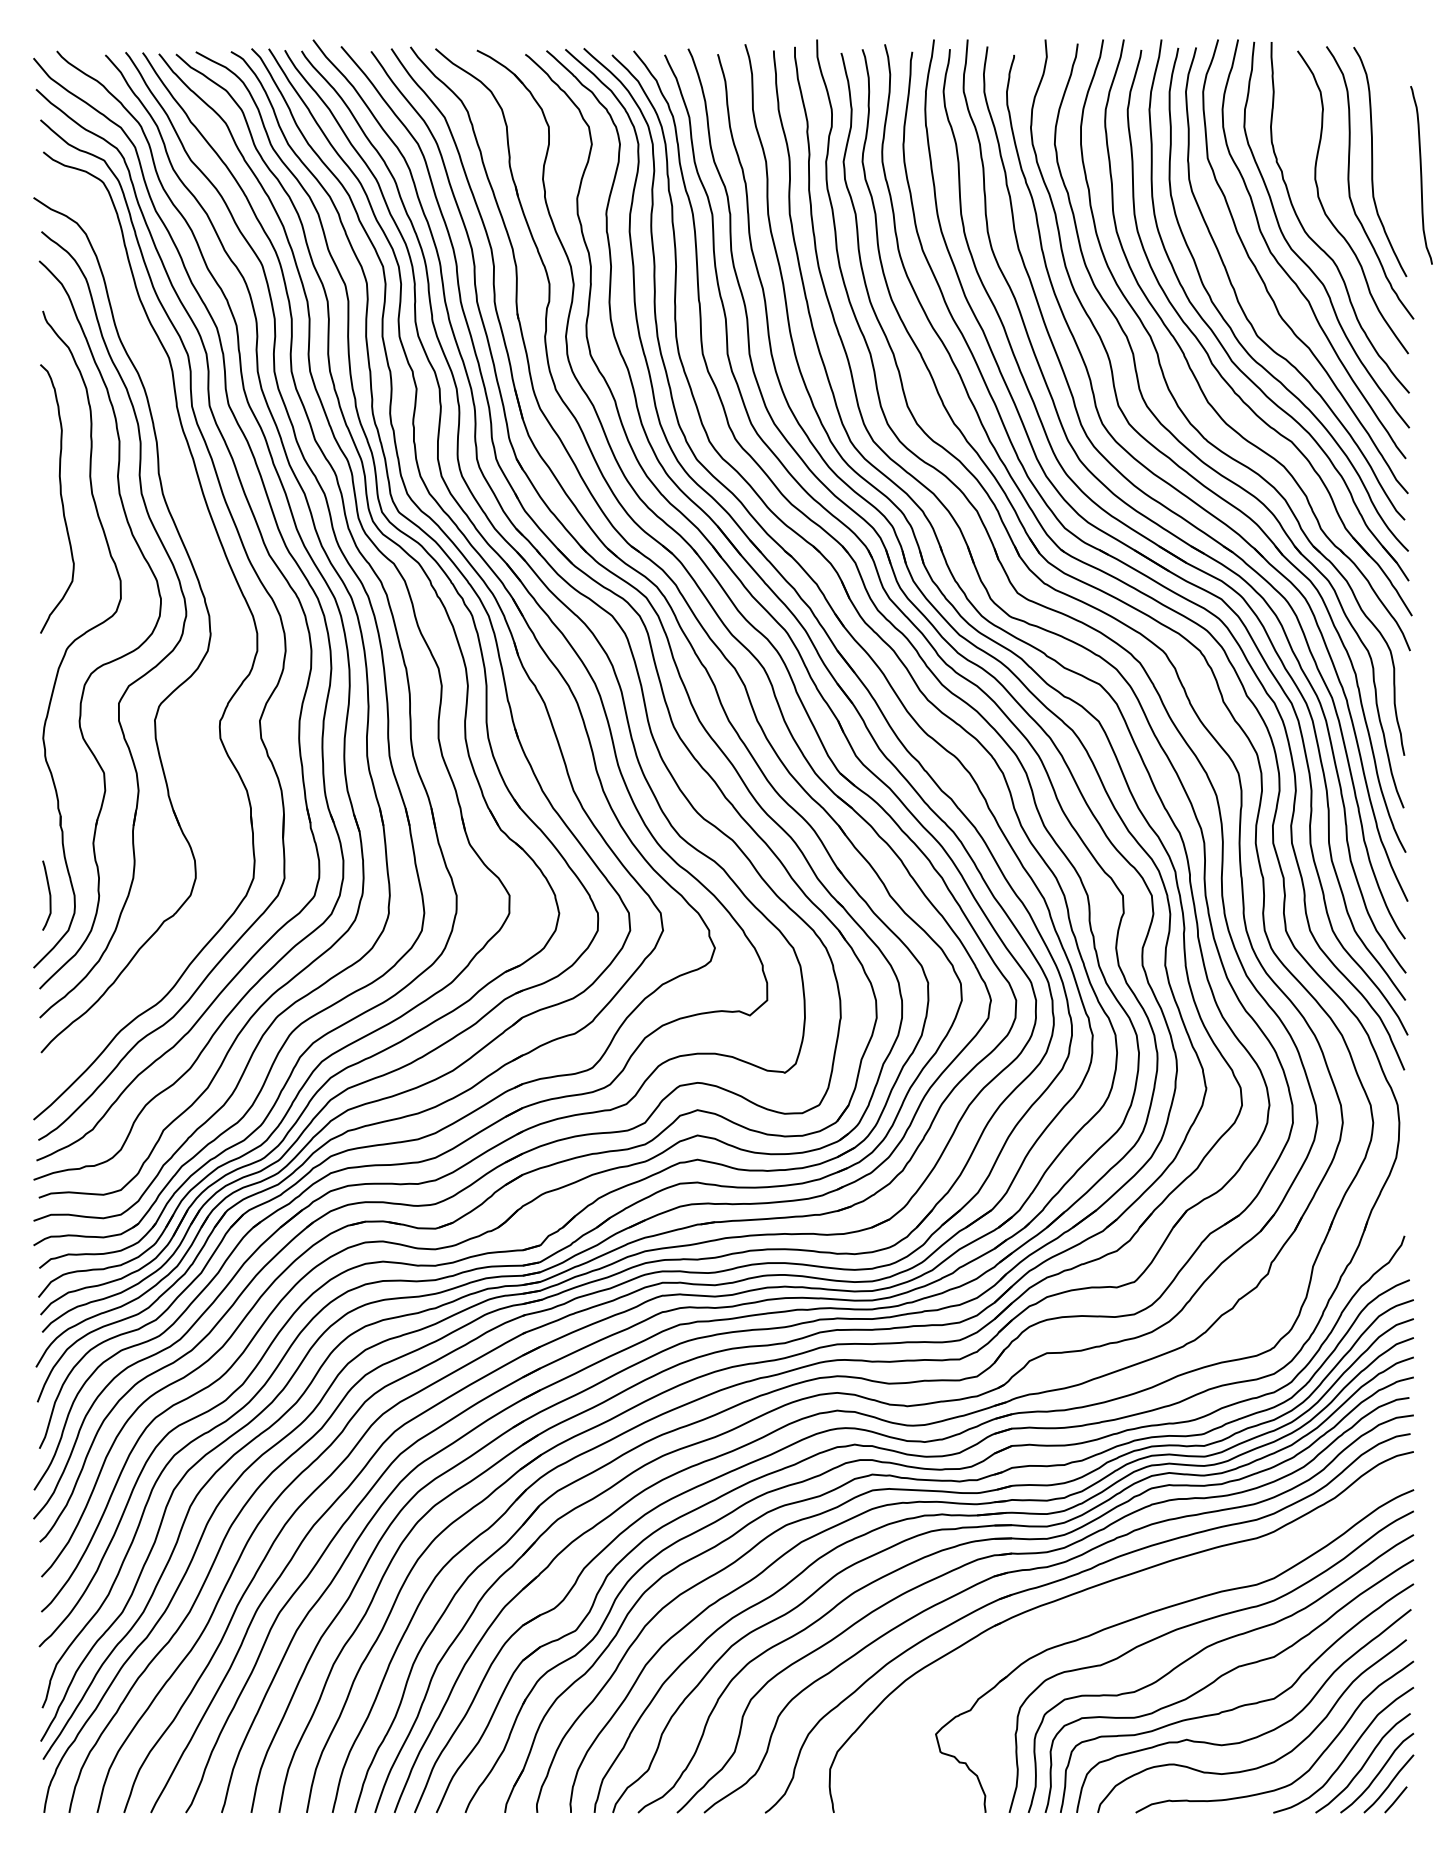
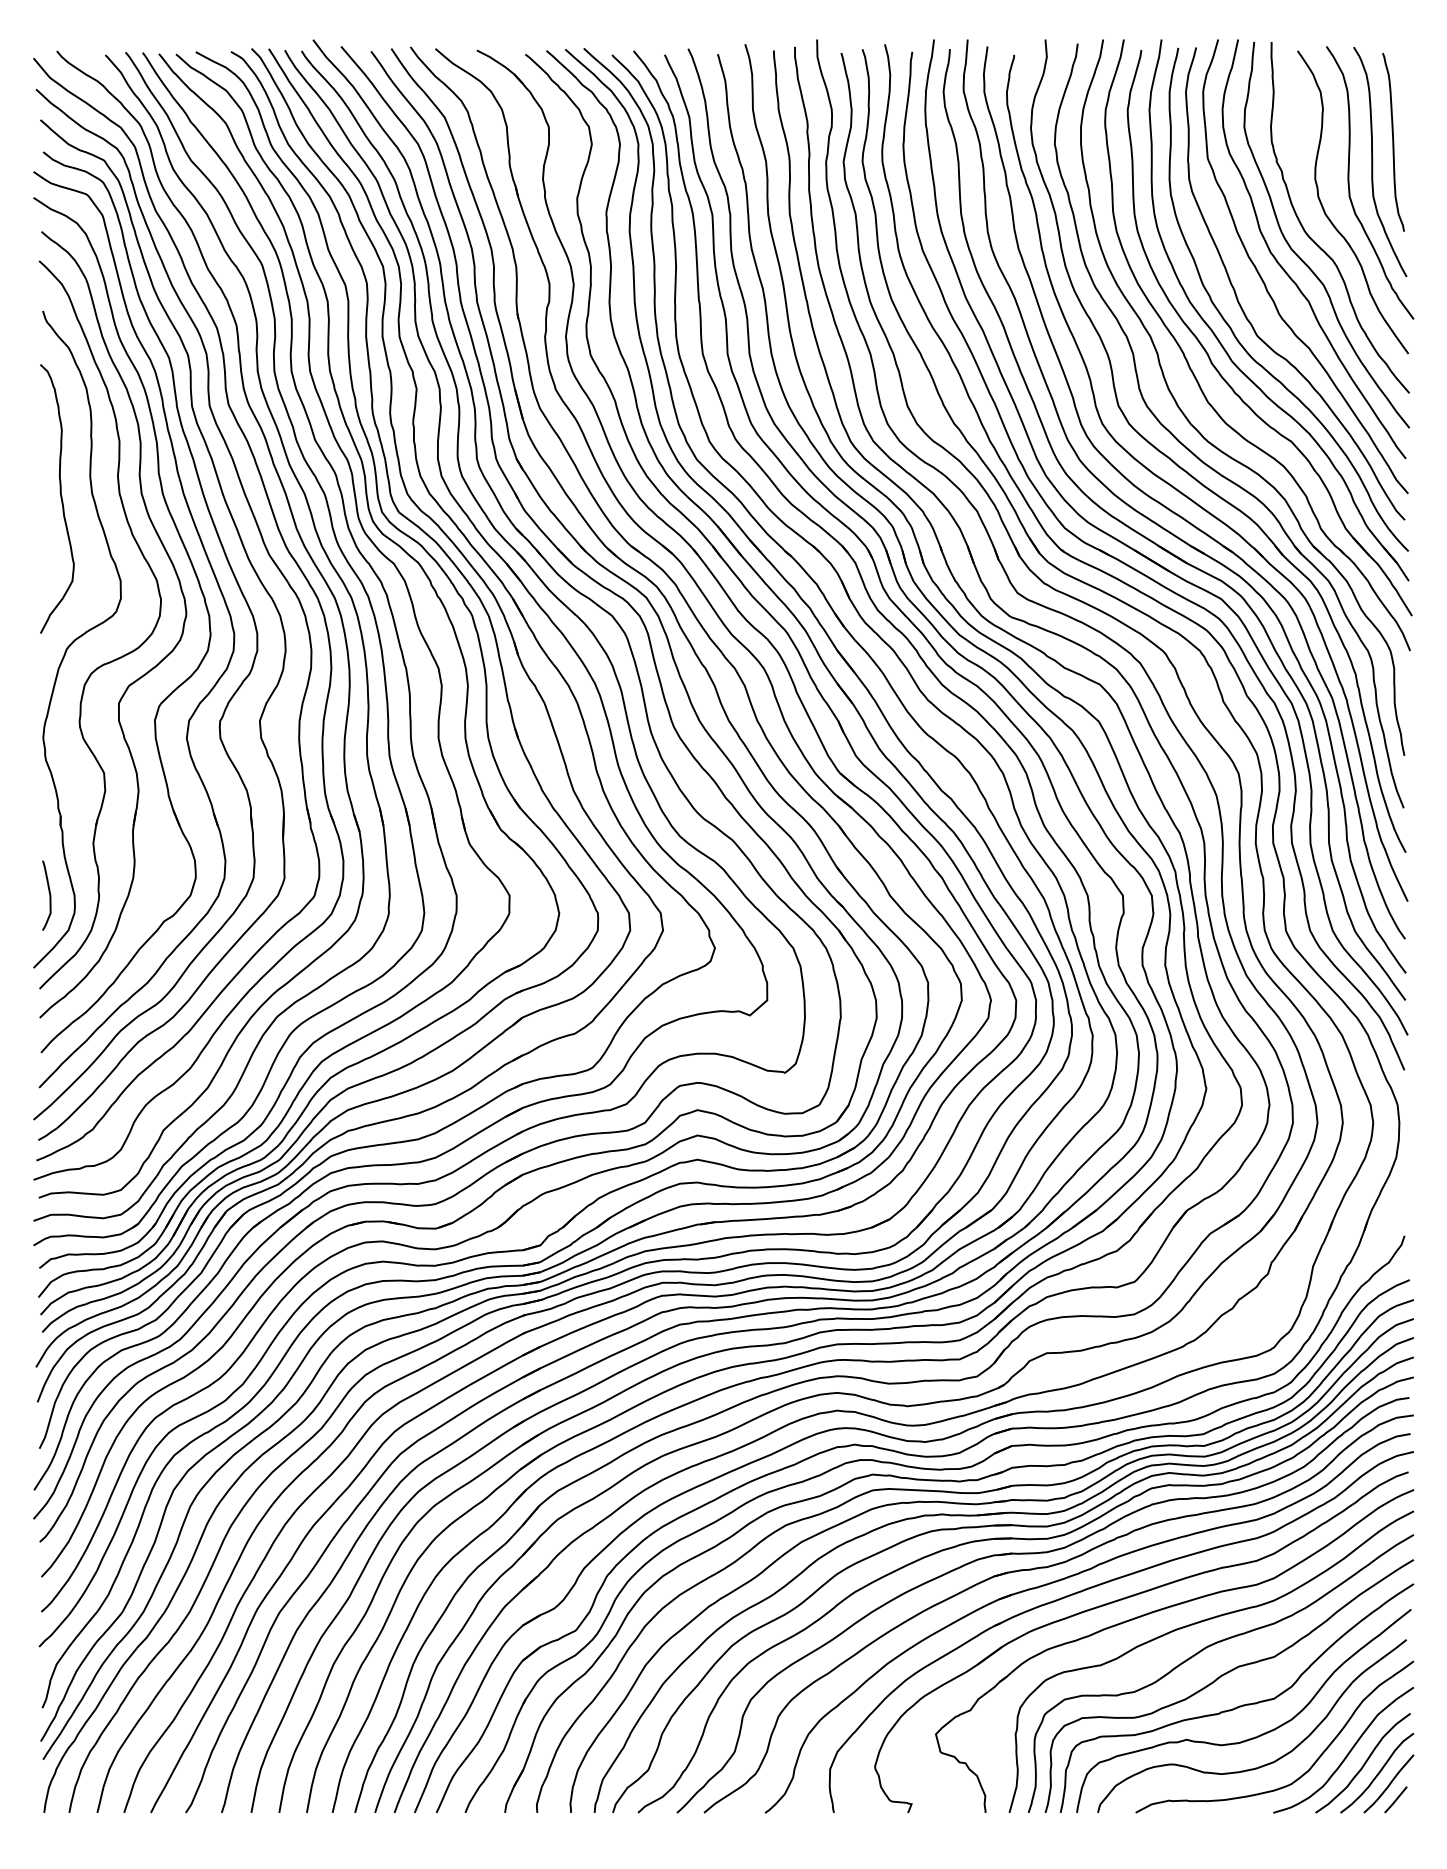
curve at (1421, 175) position: (1421, 175) -> (1393, 142)
part at (220, 593): none -> present
part at (1127, 1598): none -> present
